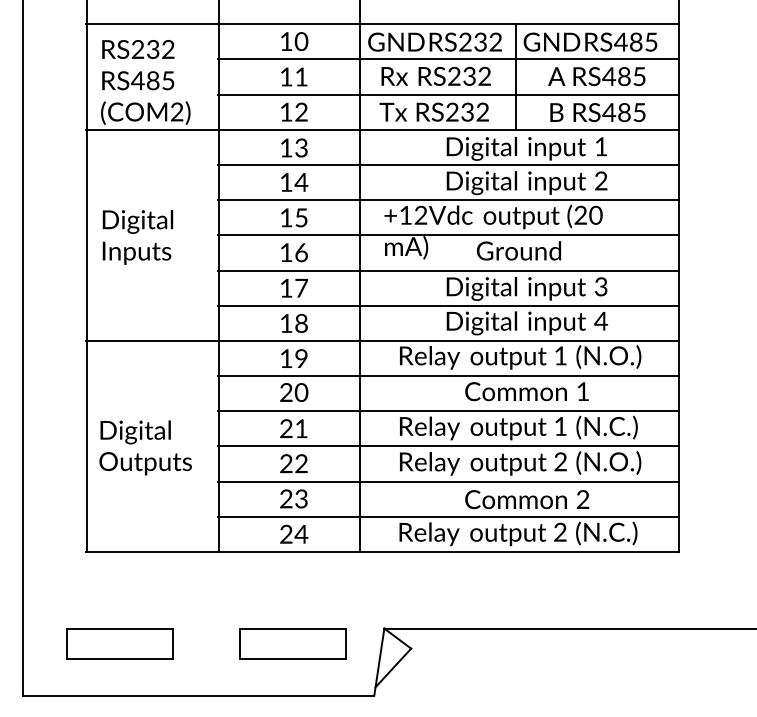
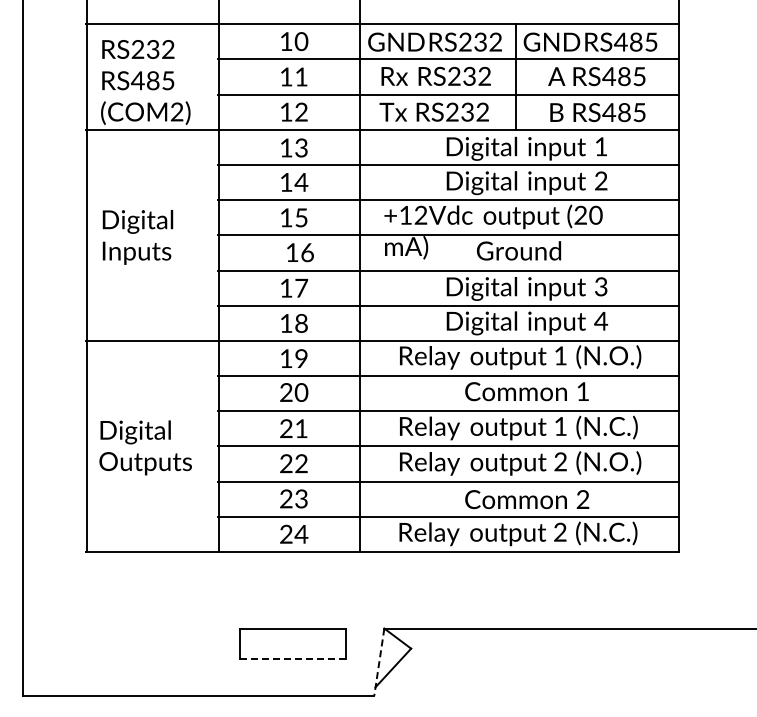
text at (294, 252) position: (294, 252) -> (300, 252)
part at (119, 643): present -> none
line at (292, 659): solid -> dashed
line at (379, 662): solid -> dashed
